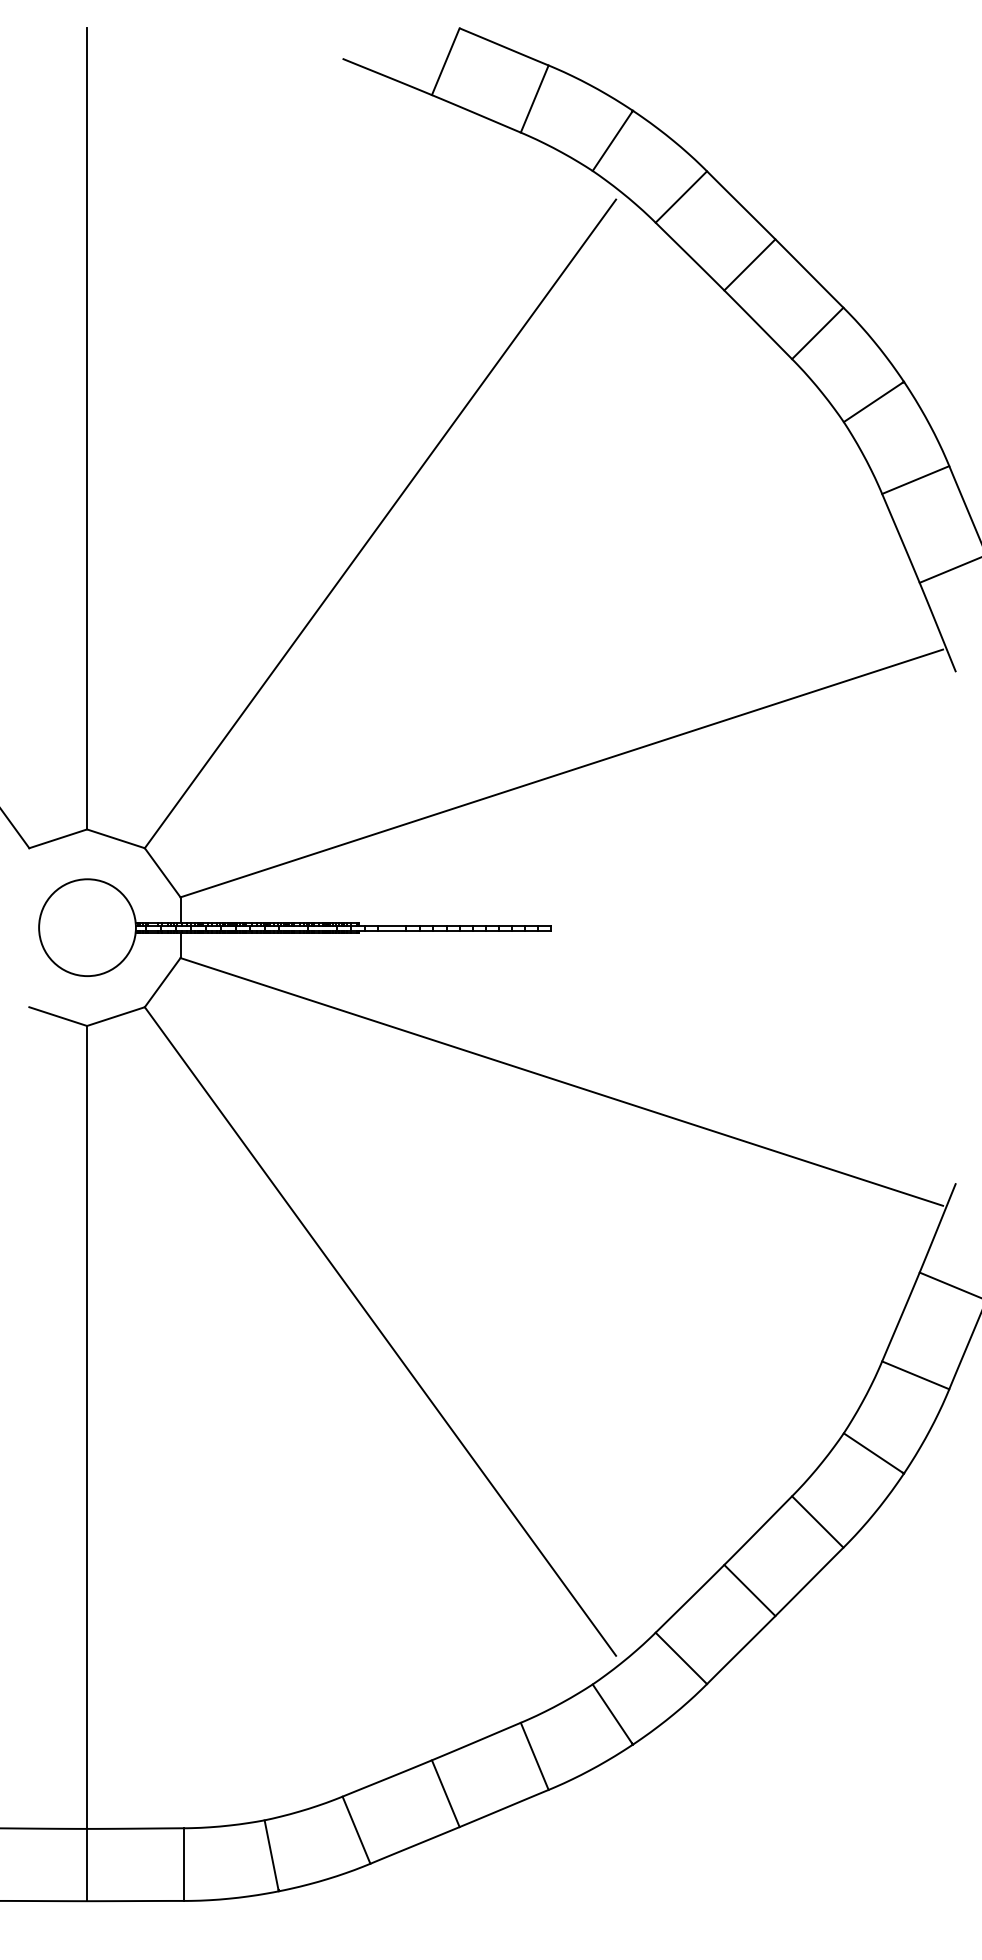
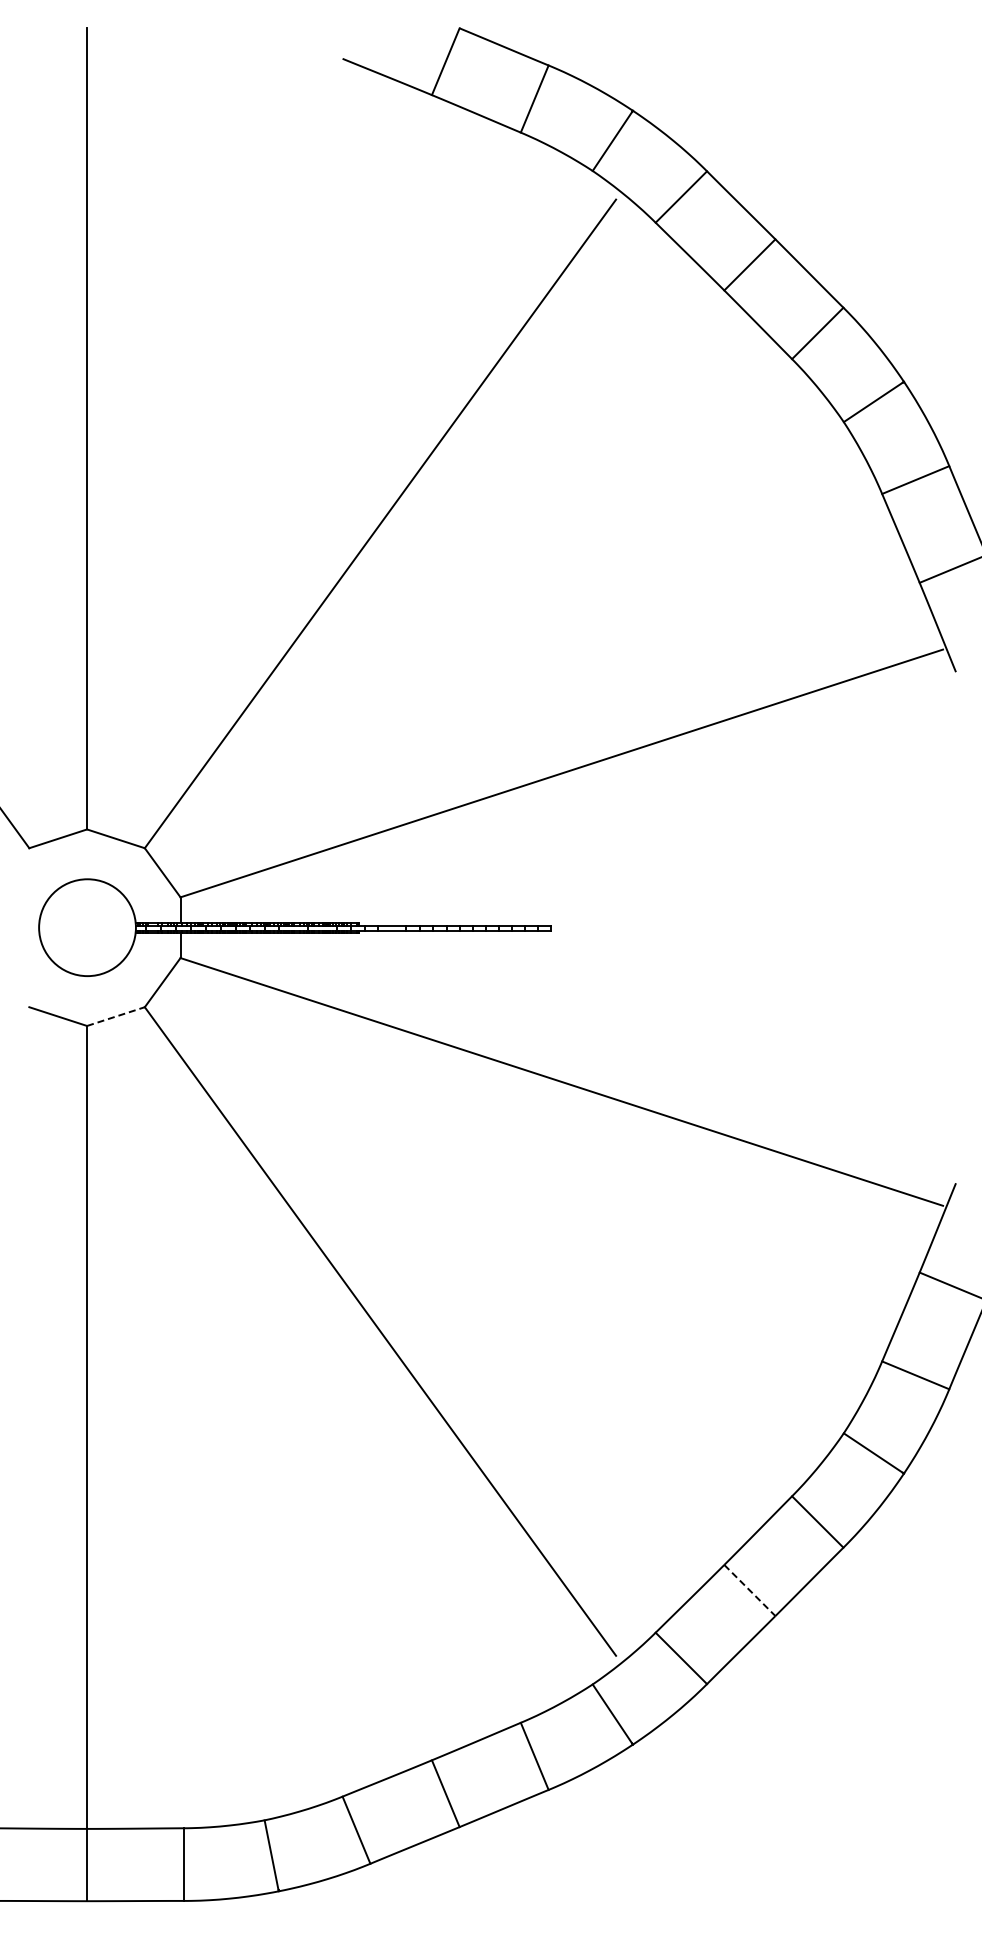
line at (116, 1016): solid -> dashed
line at (750, 1590): solid -> dashed
